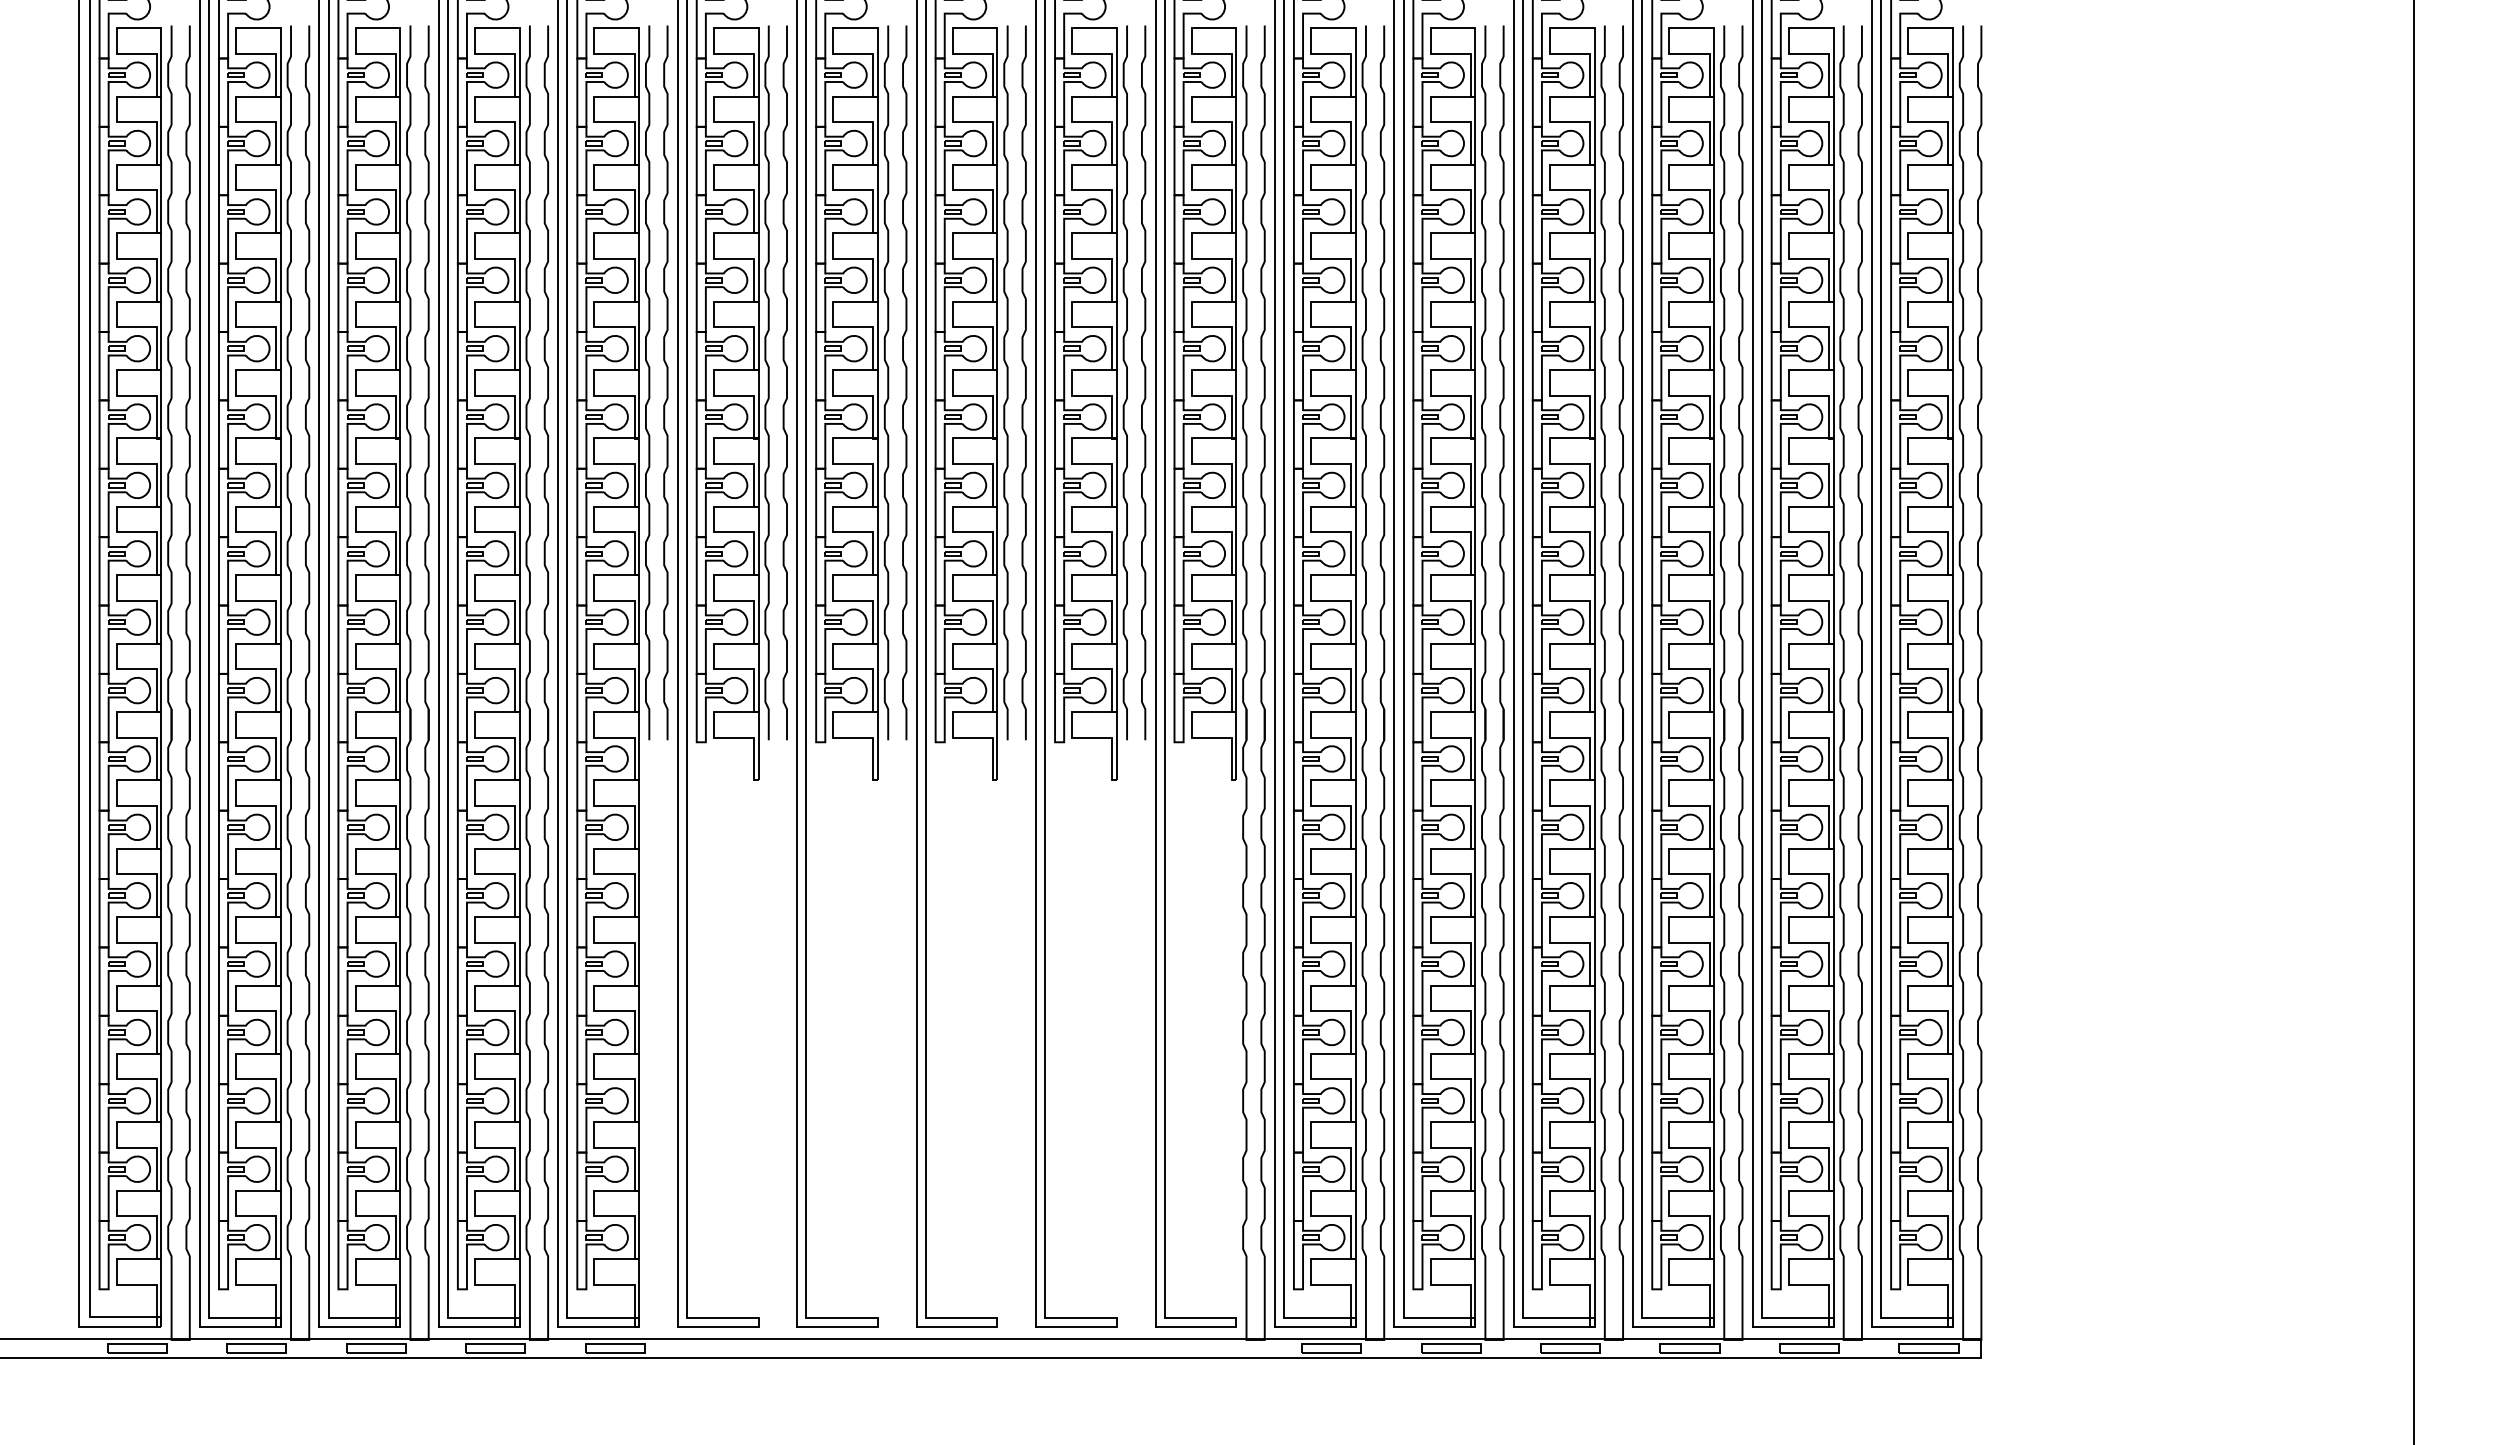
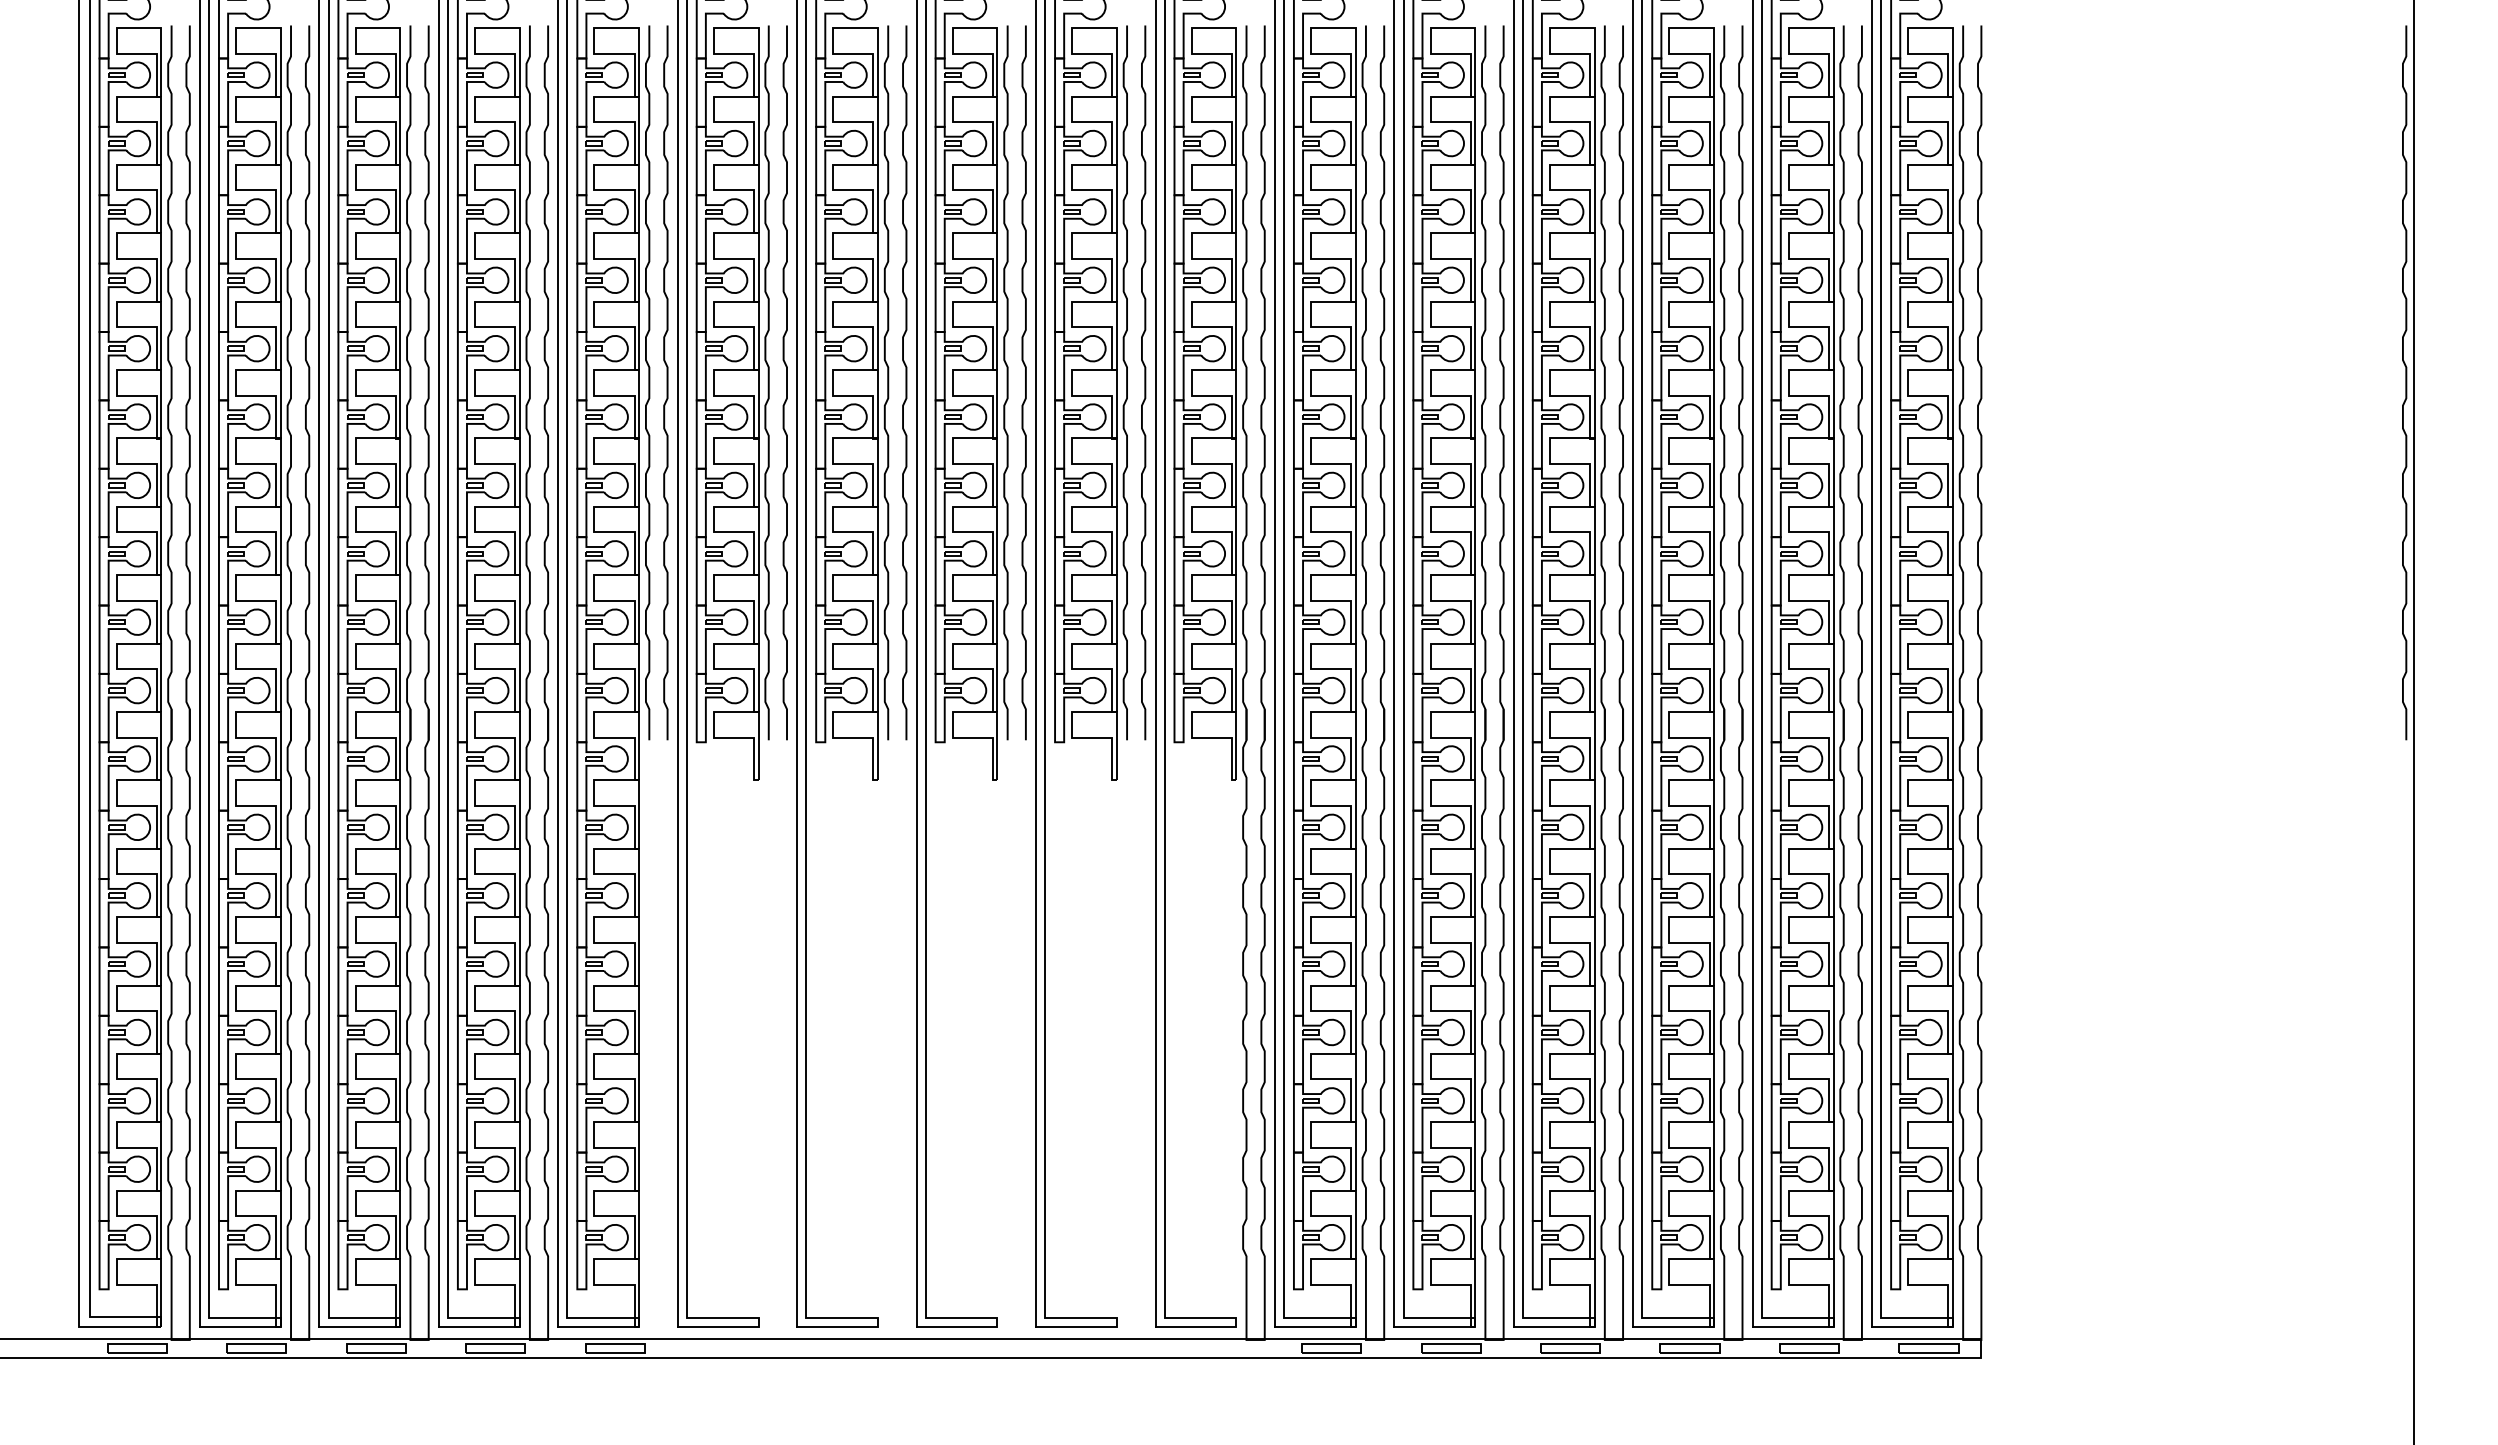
curve at (2405, 382): none -> present
